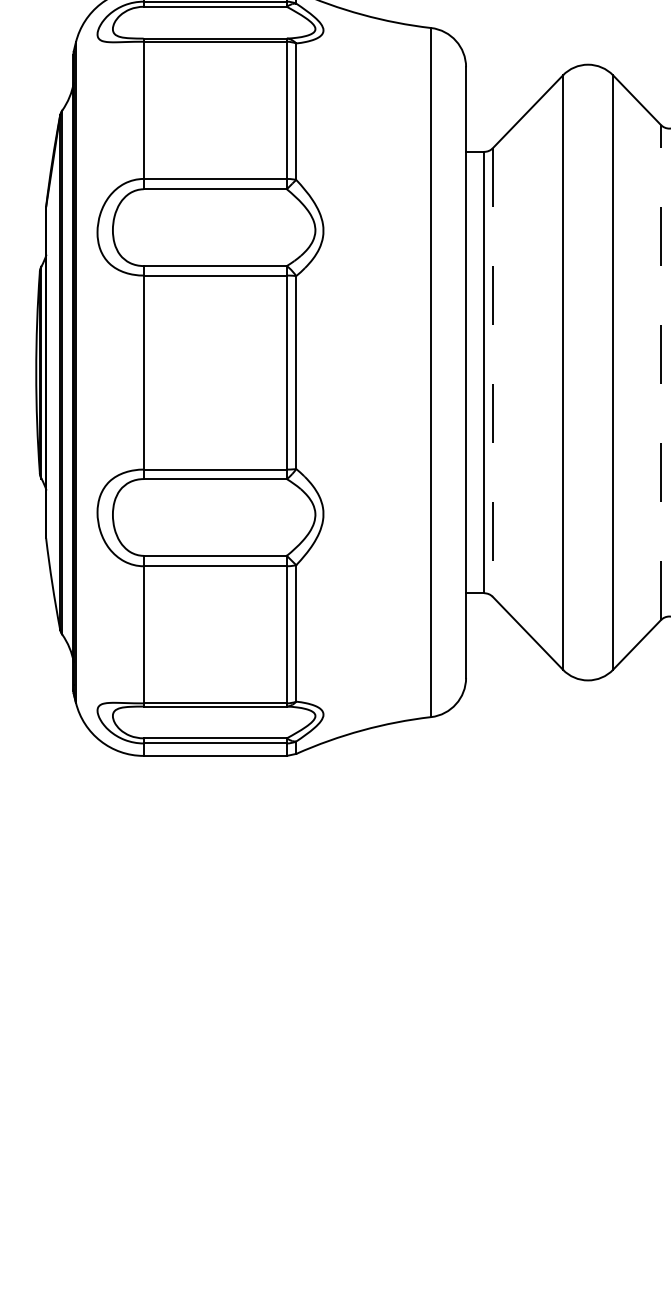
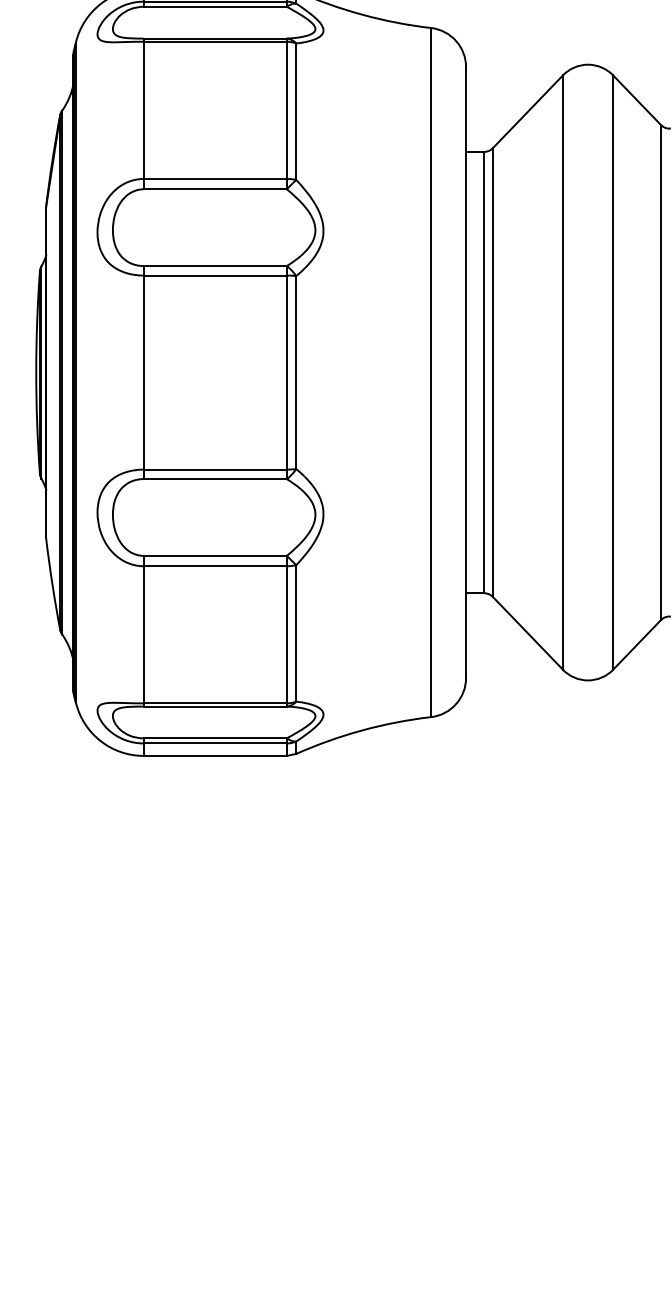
line at (661, 372): dashed -> solid
line at (492, 373): dashed -> solid
